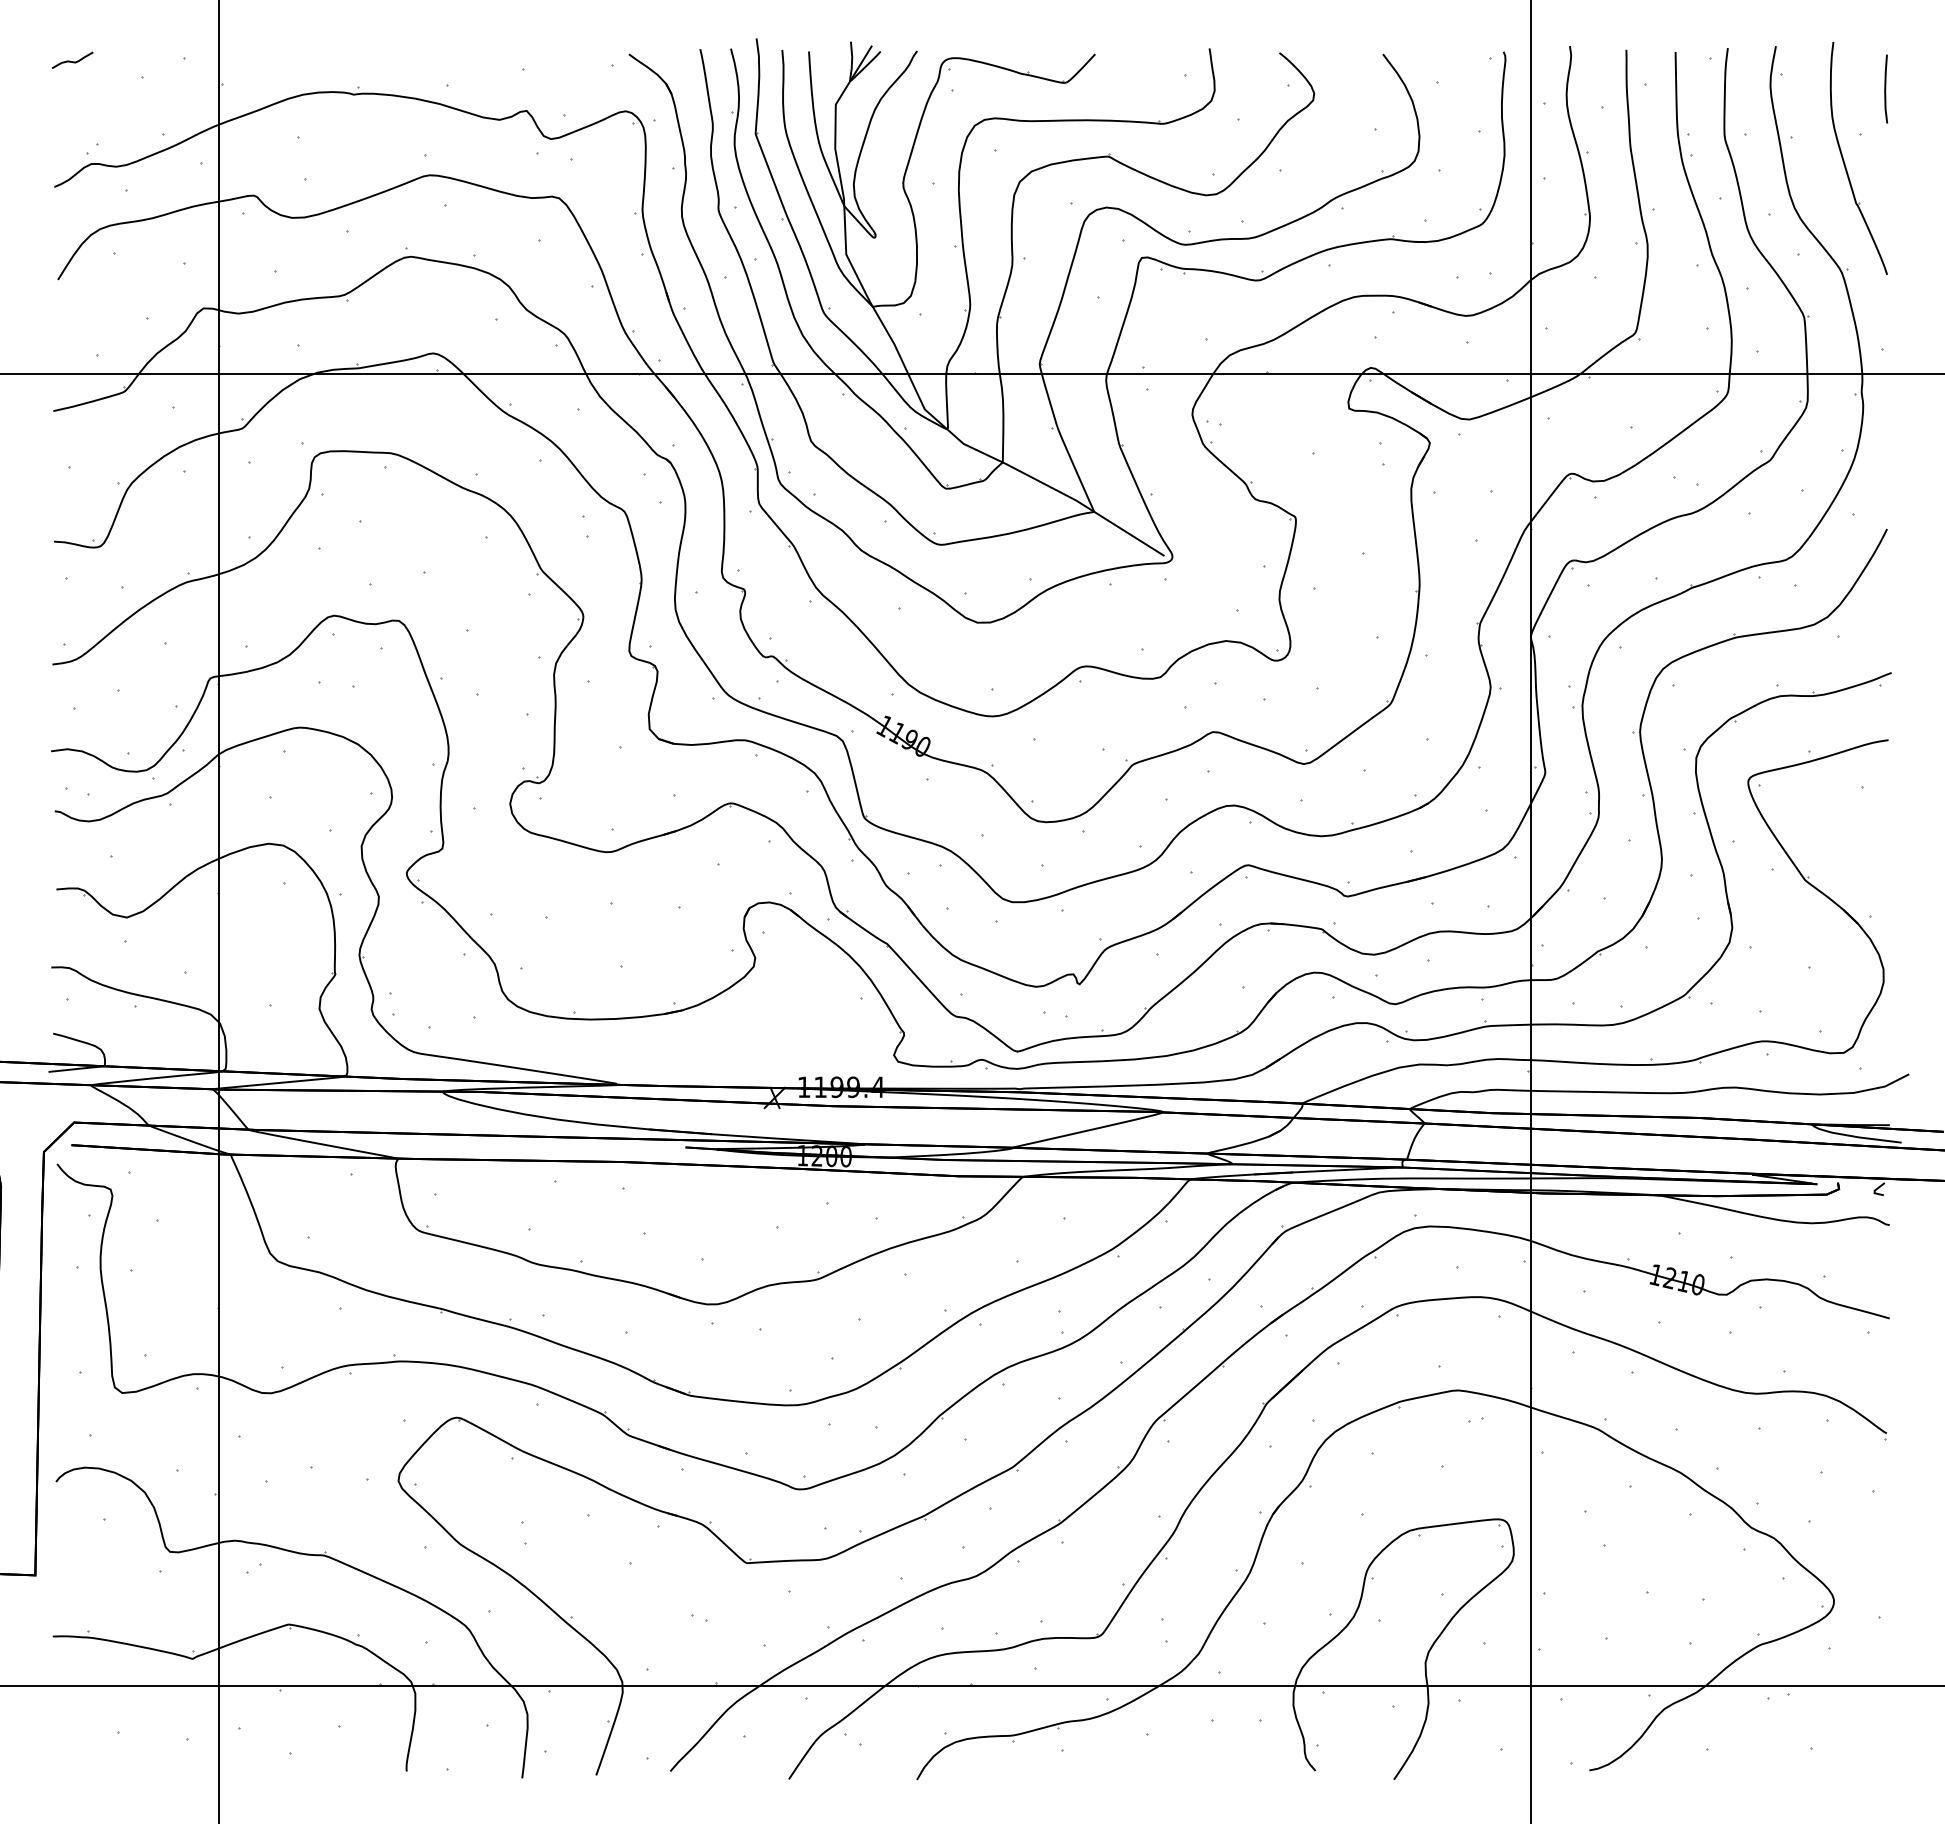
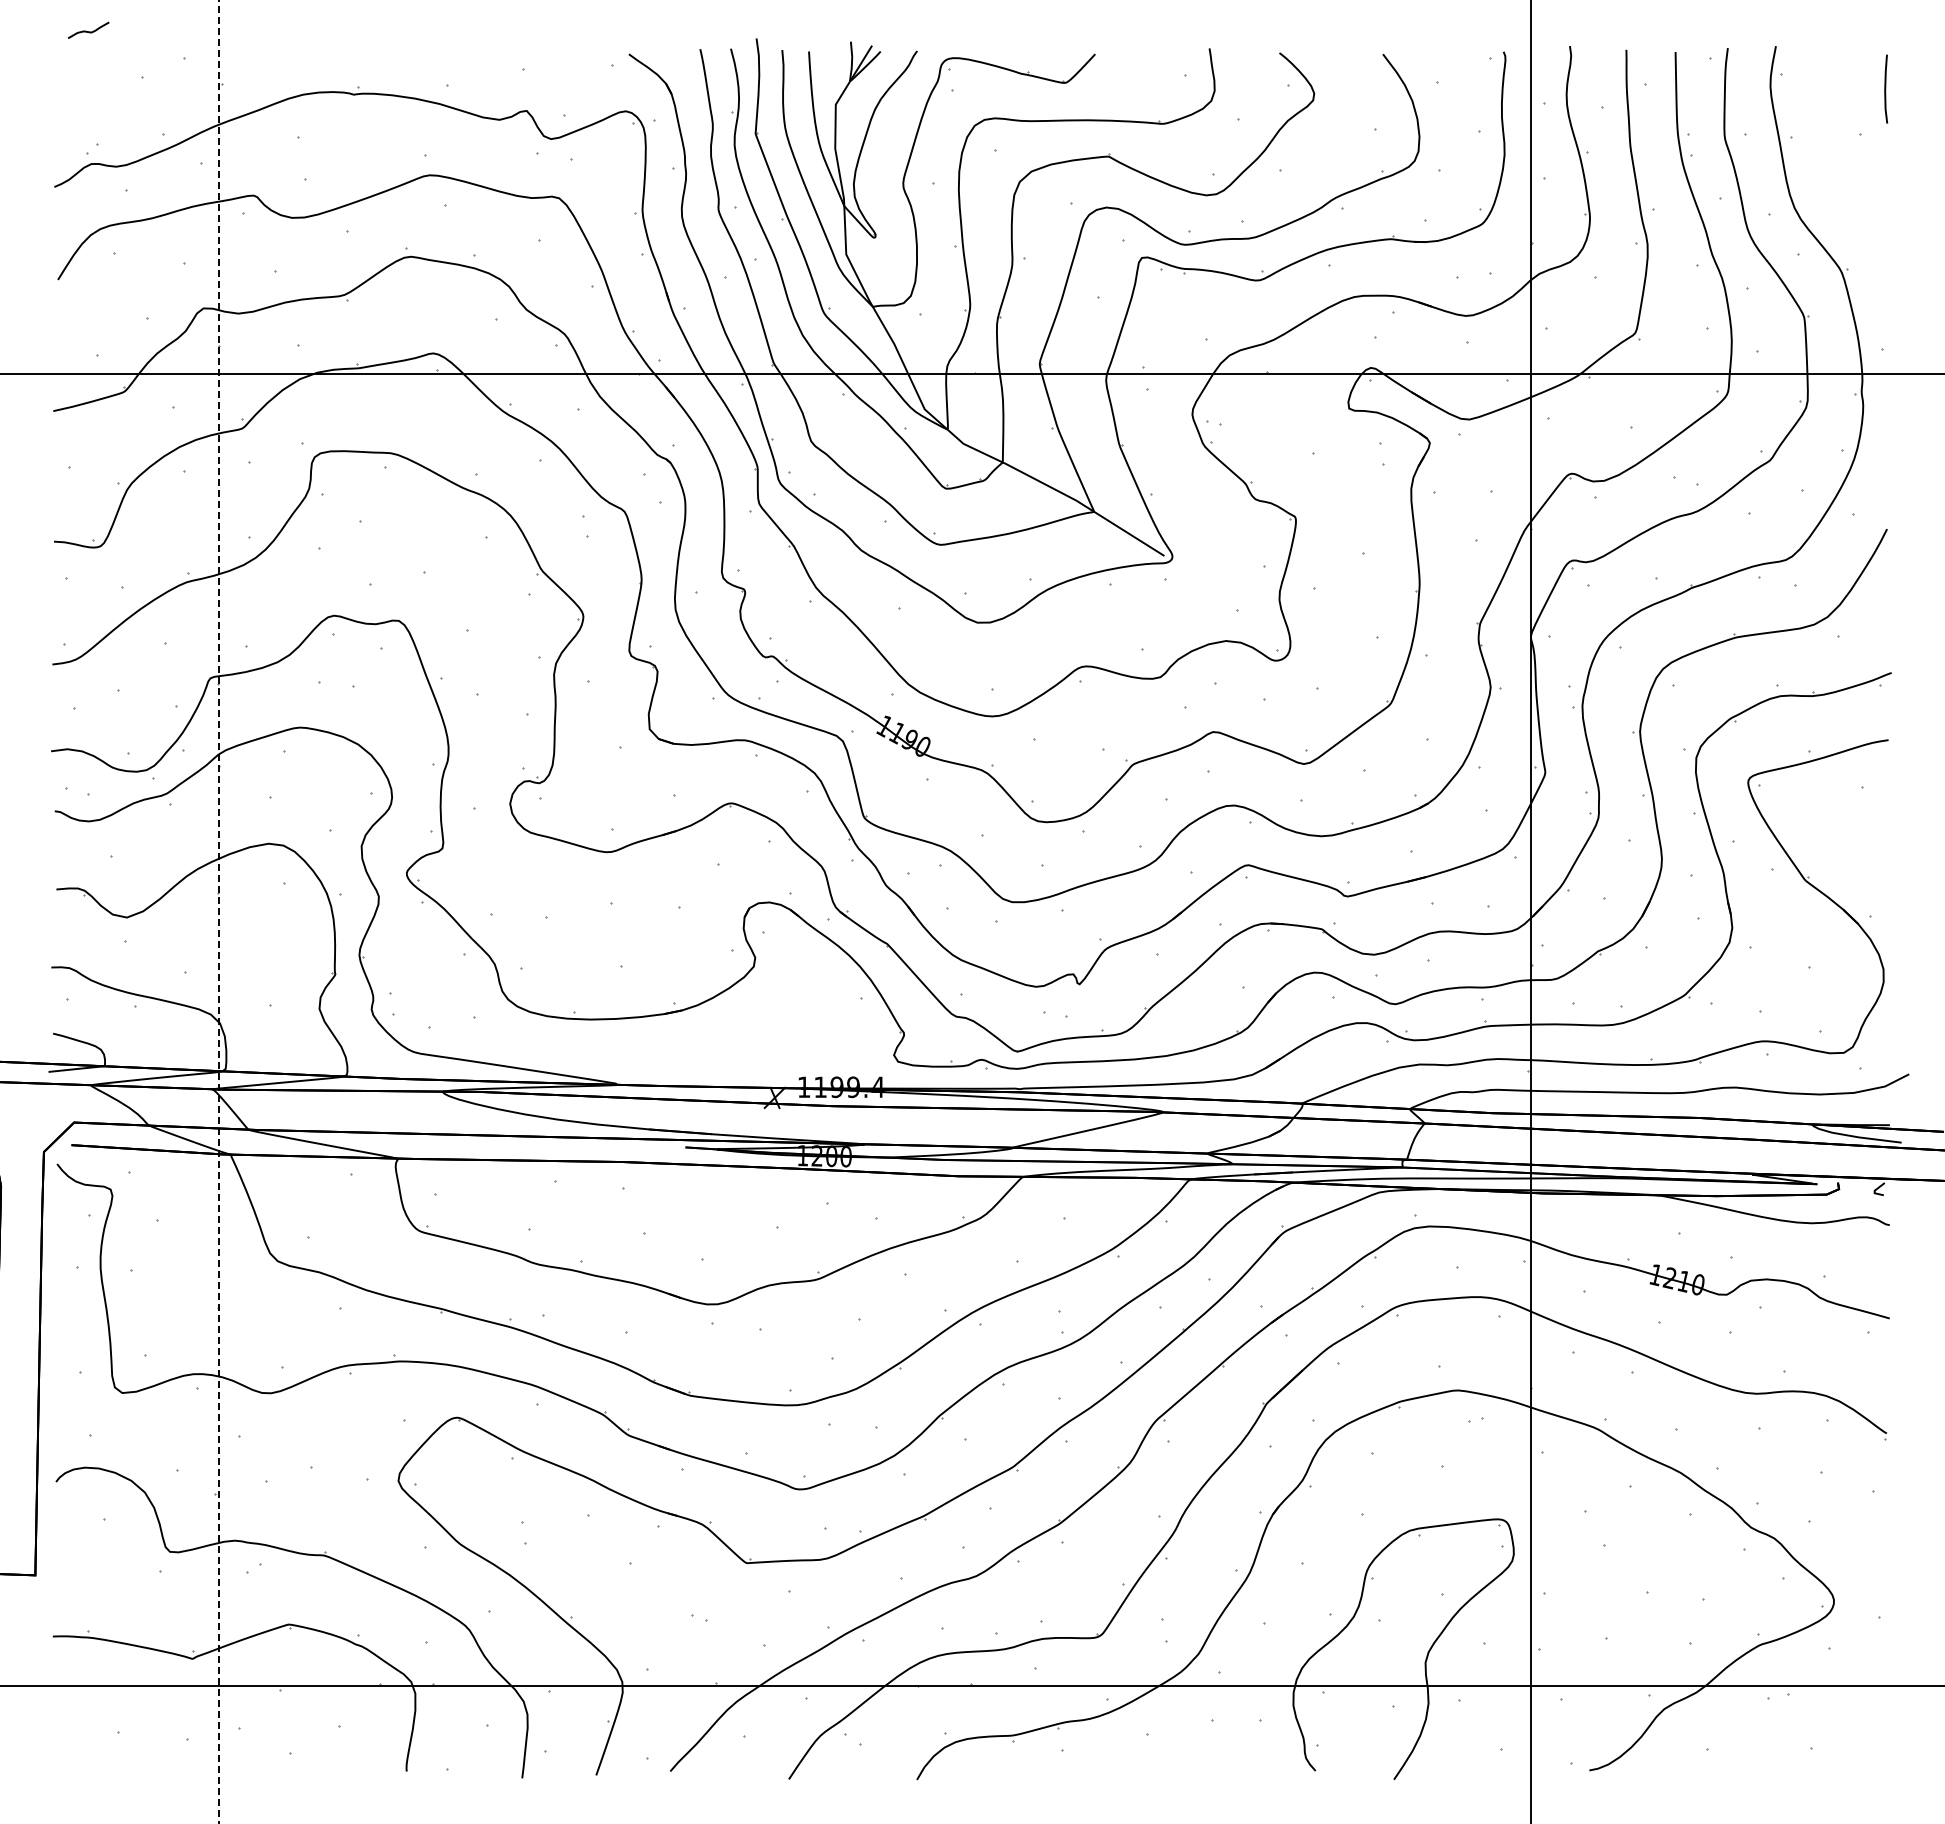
curve at (72, 61) position: (72, 61) -> (88, 31)
part at (1845, 163): present -> none
line at (219, 912): solid -> dashed
